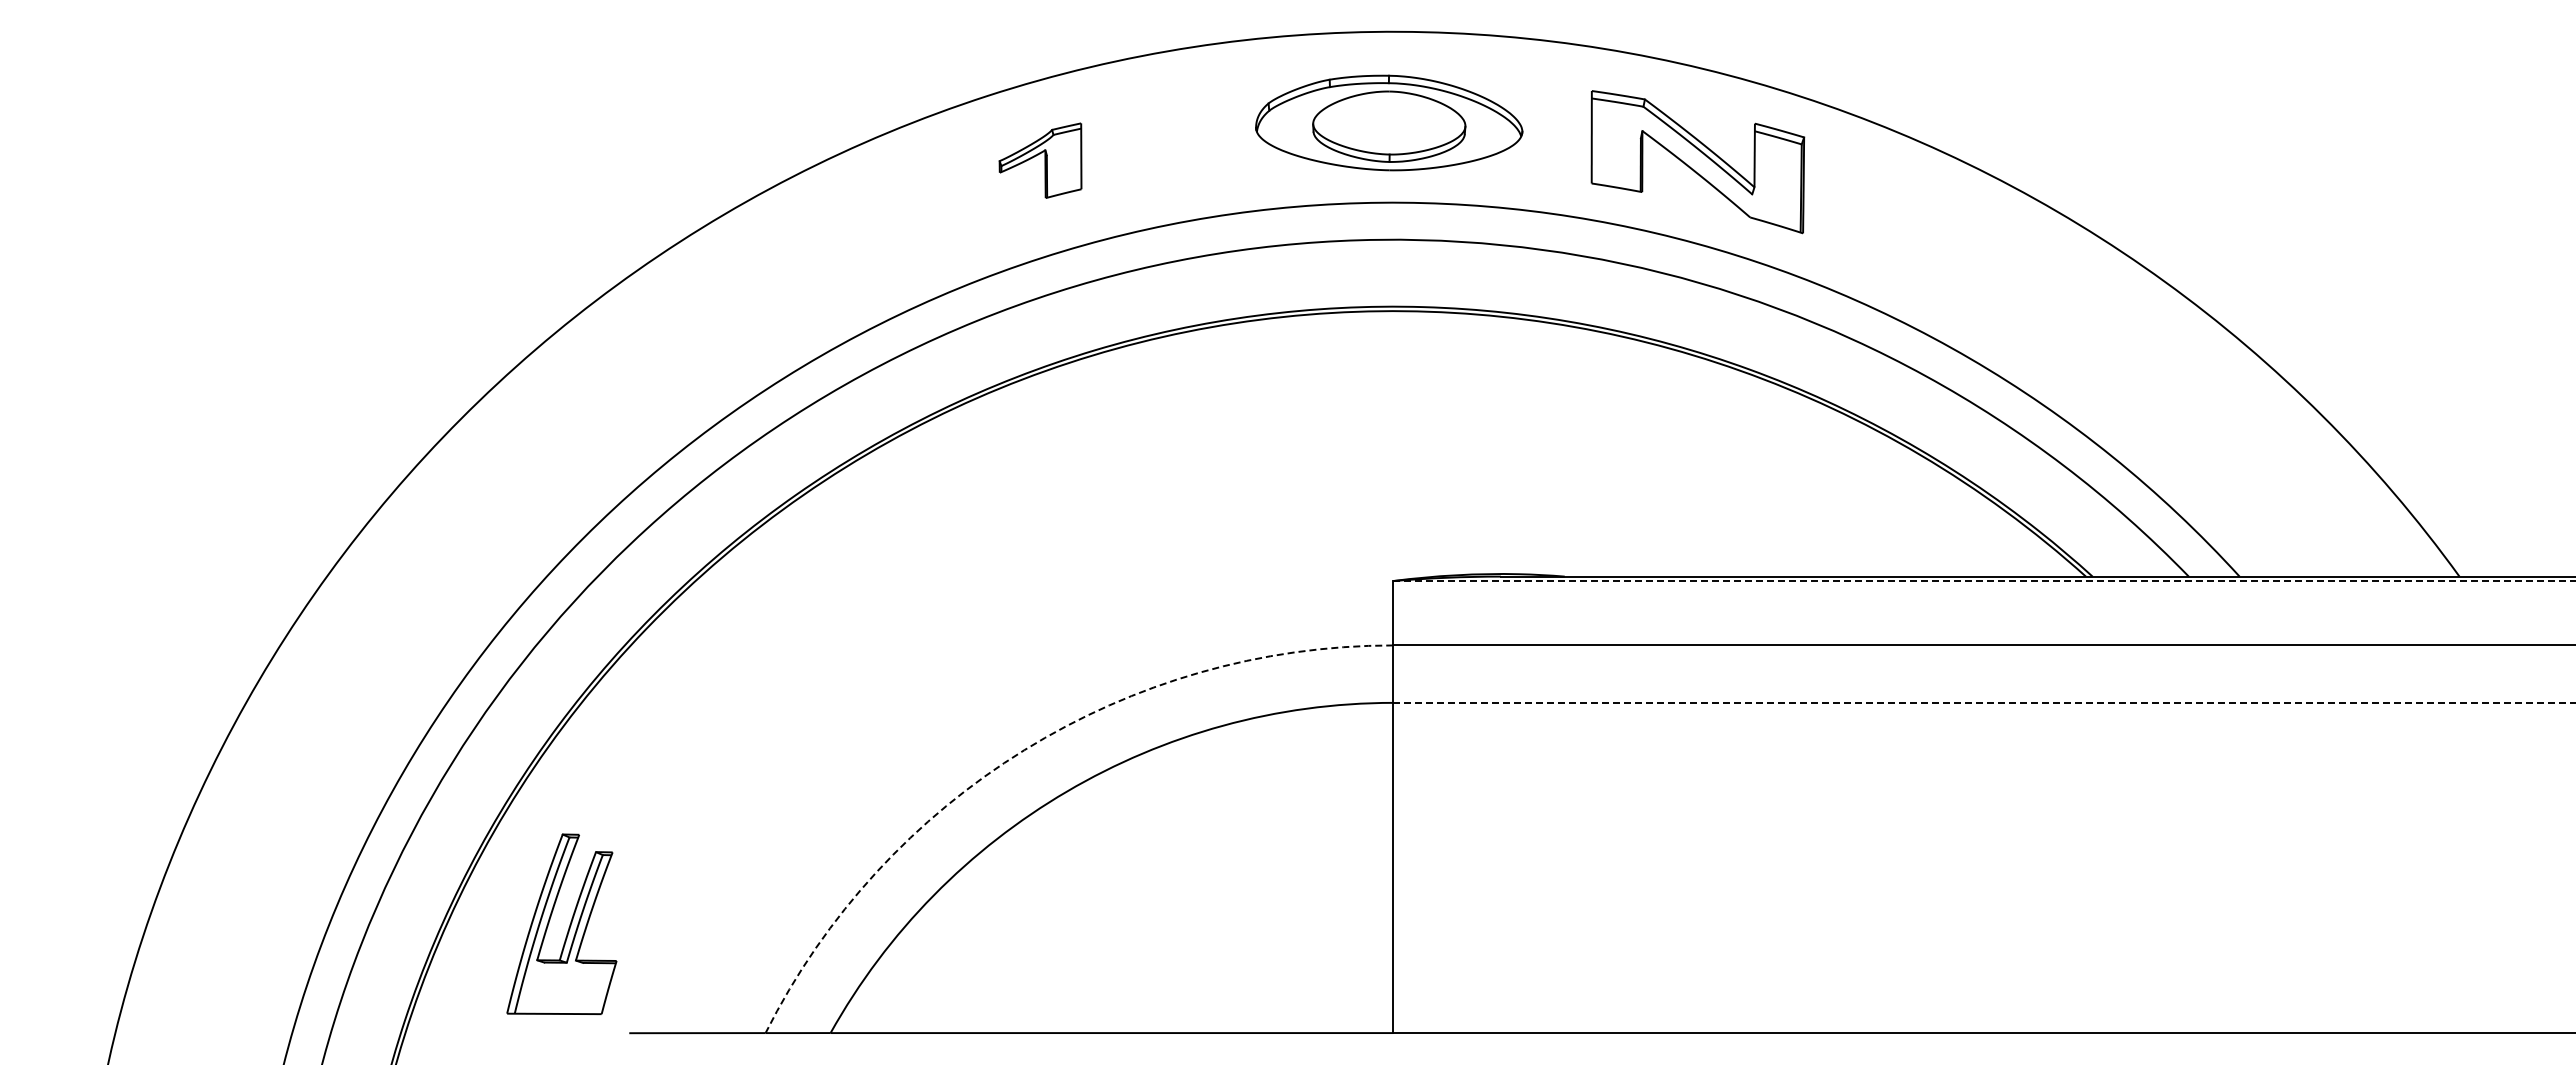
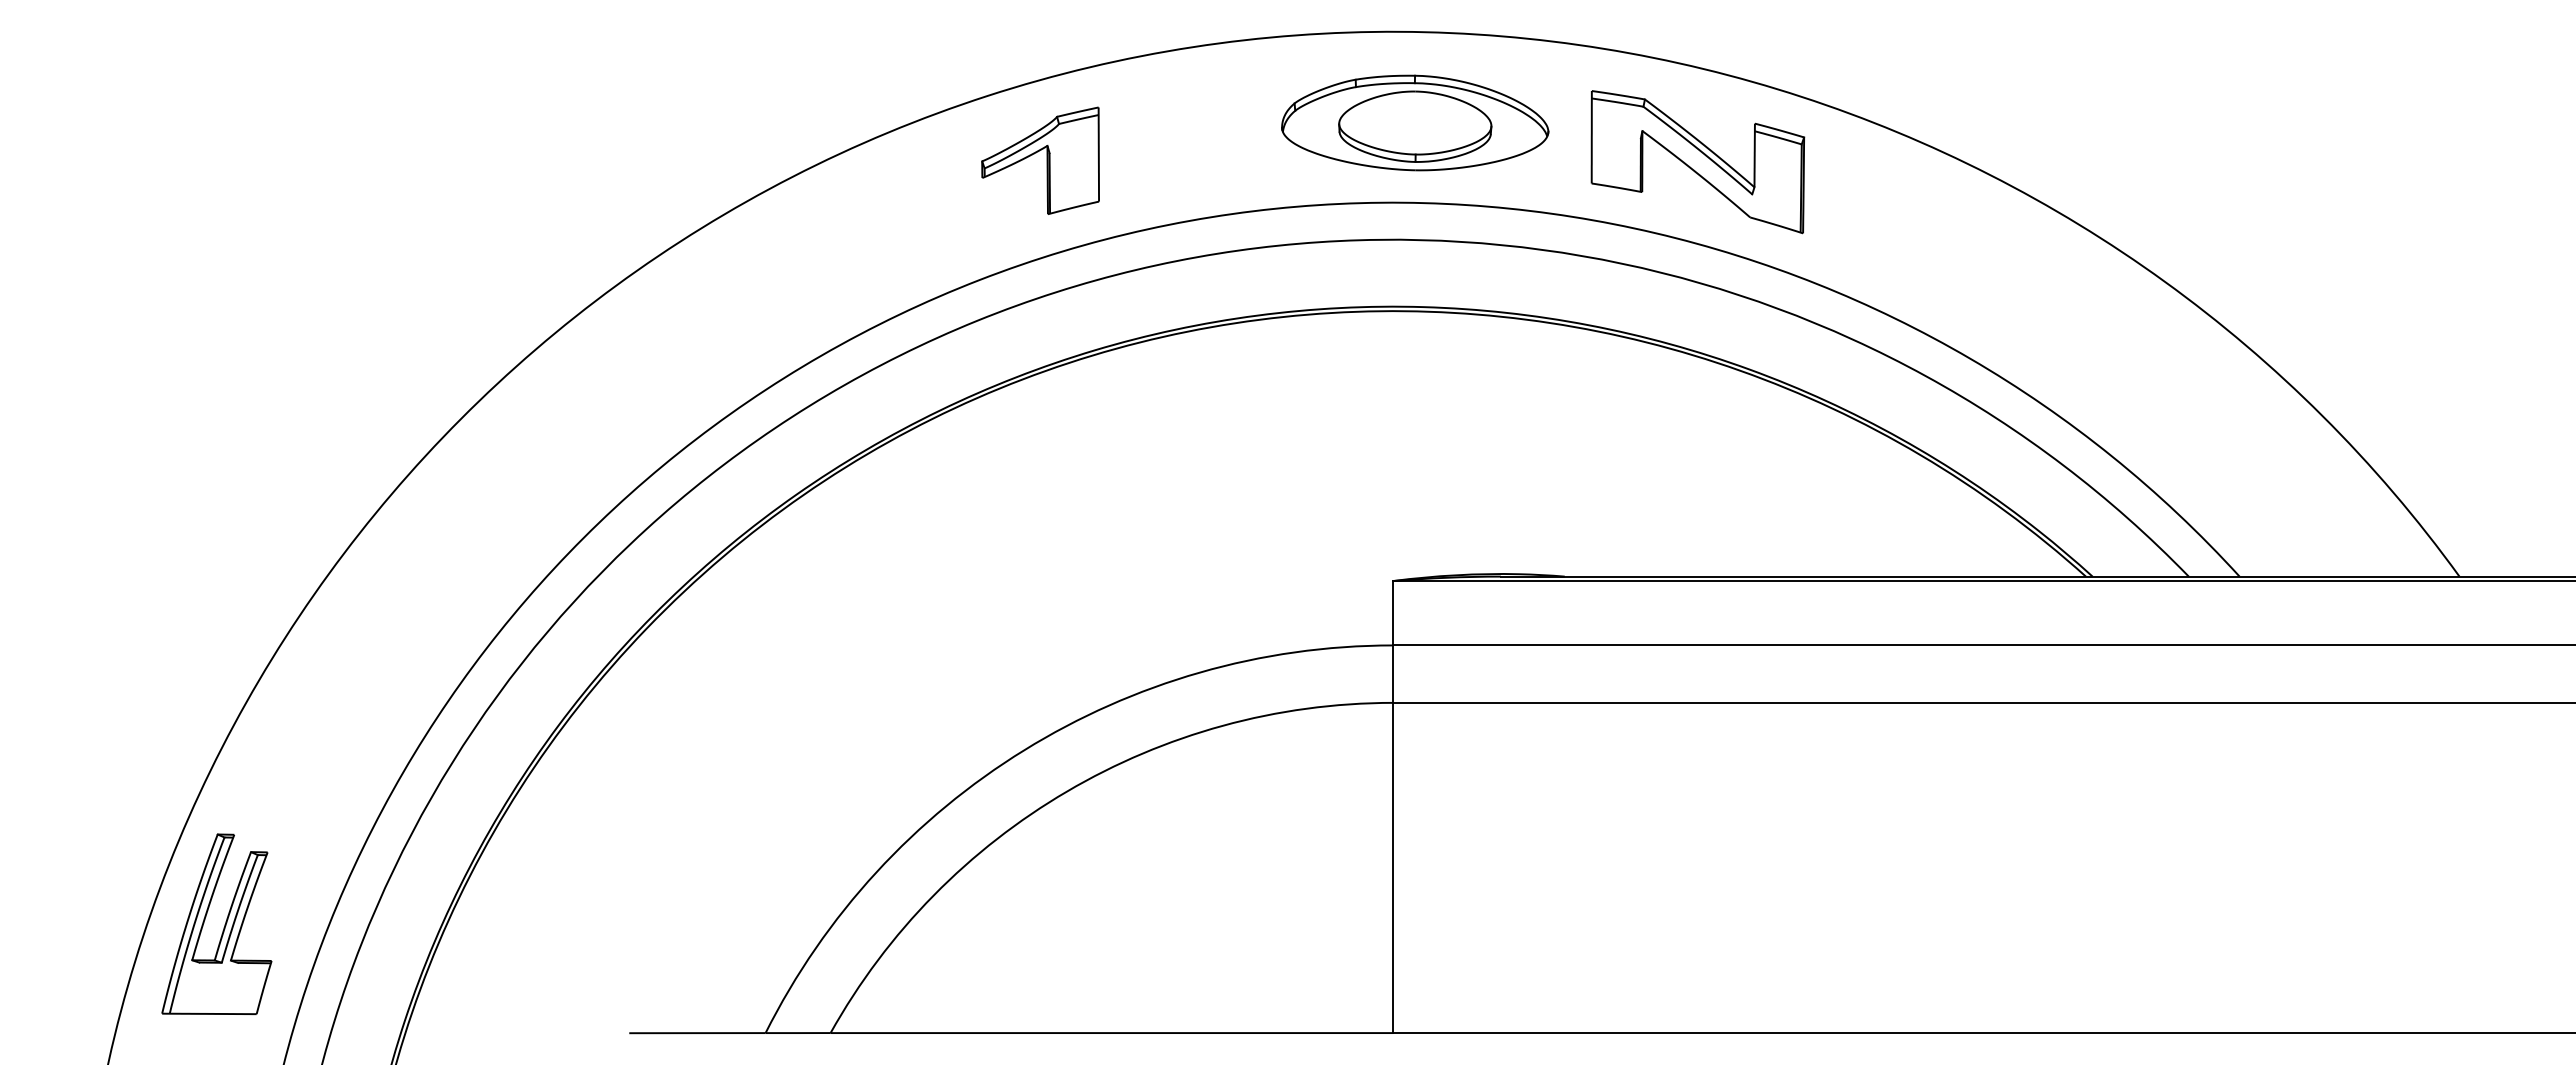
part at (1389, 122) position: (1389, 122) -> (1415, 122)
part at (1040, 160) size: 85x77 px -> 119x109 px
line at (1984, 581): dashed -> solid
line at (1984, 702): dashed -> solid
arc at (1024, 750): dashed -> solid
part at (569, 924) position: (569, 924) -> (224, 924)
